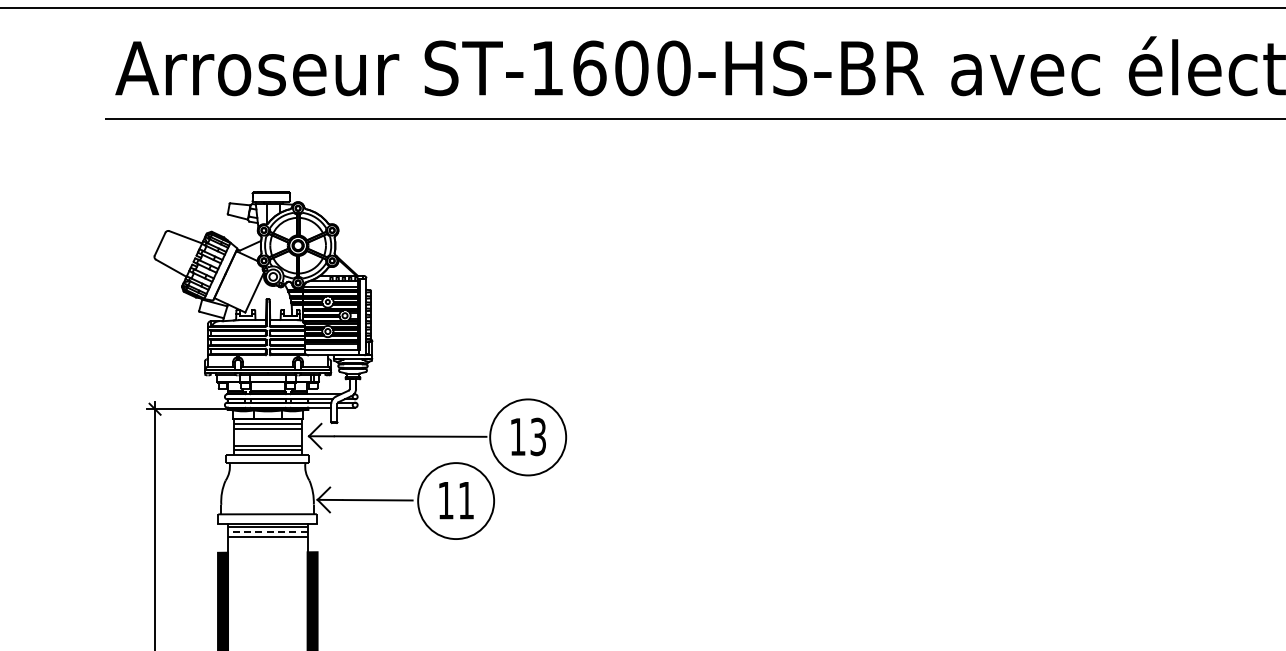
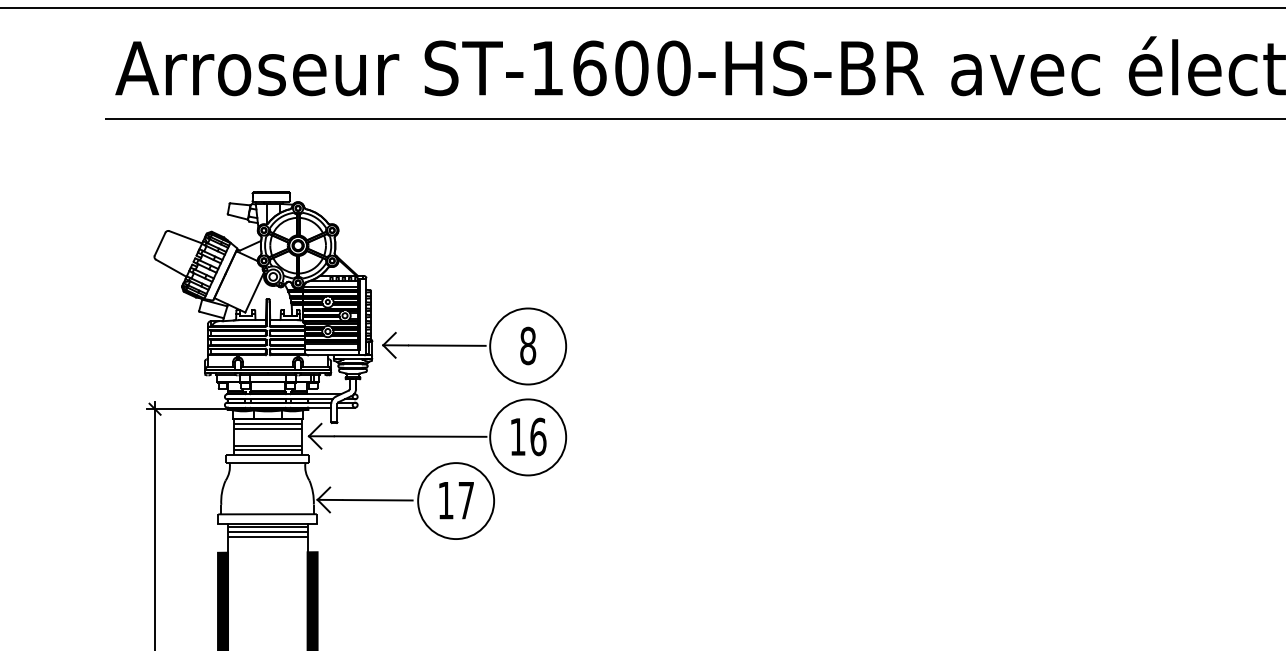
part at (474, 346): none -> present
text at (538, 436): 13 -> 16
text at (465, 500): 11 -> 17
line at (267, 531): dashed -> solid
